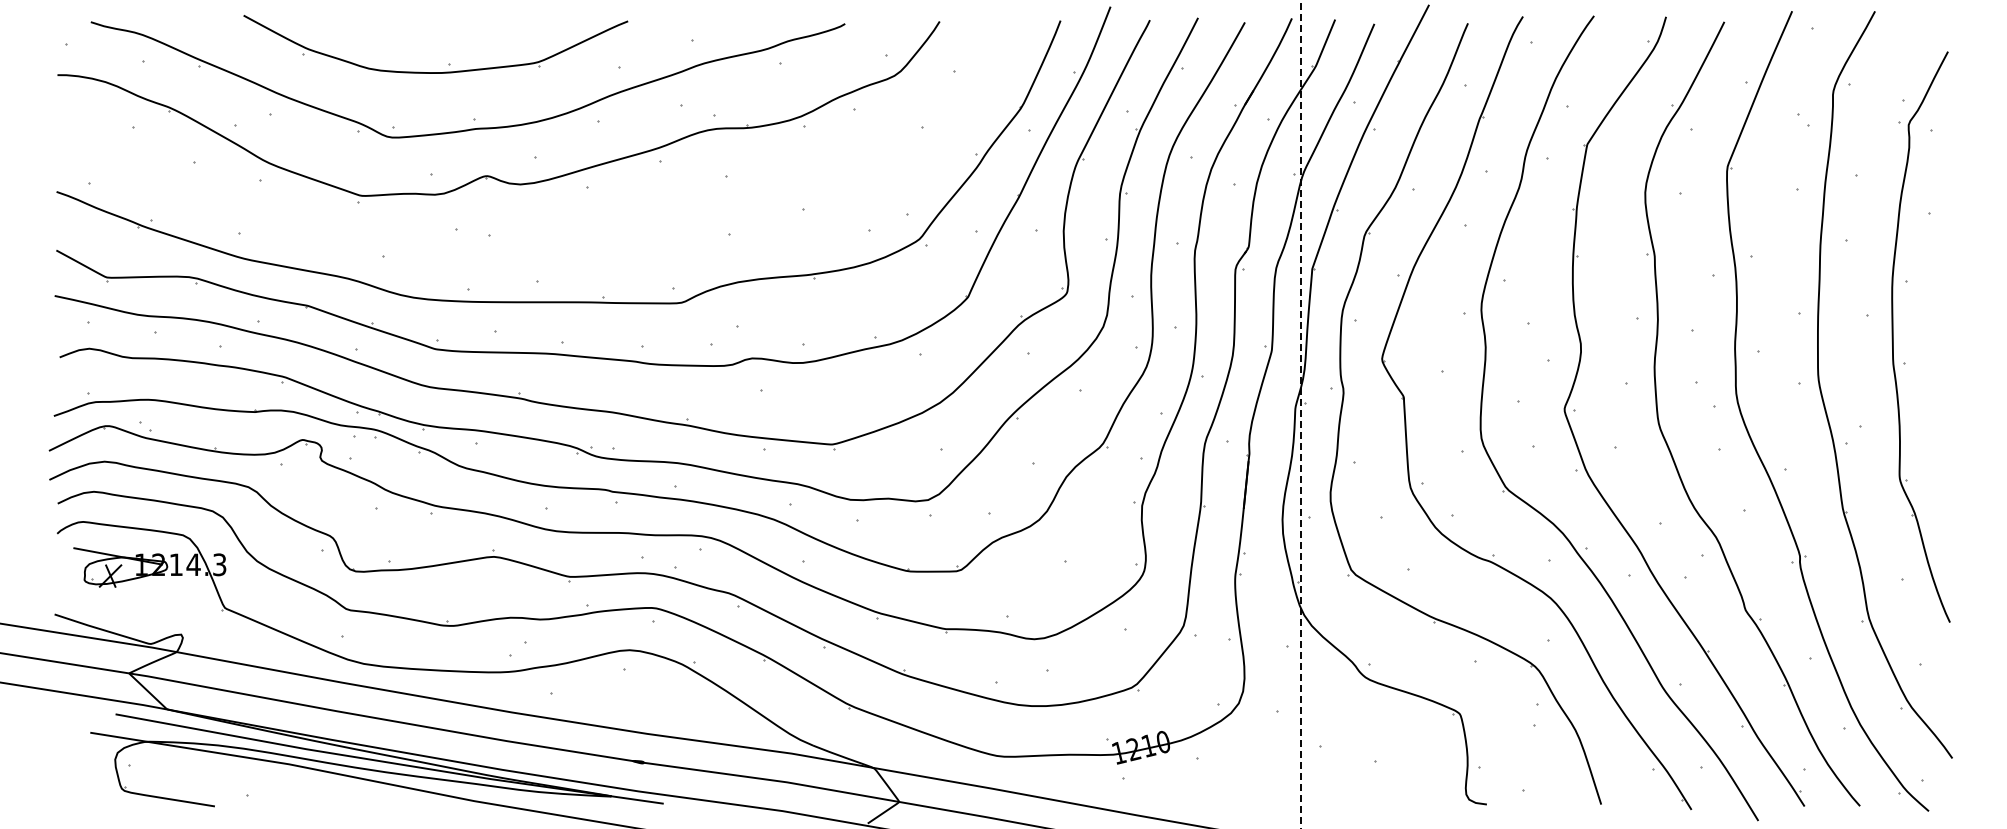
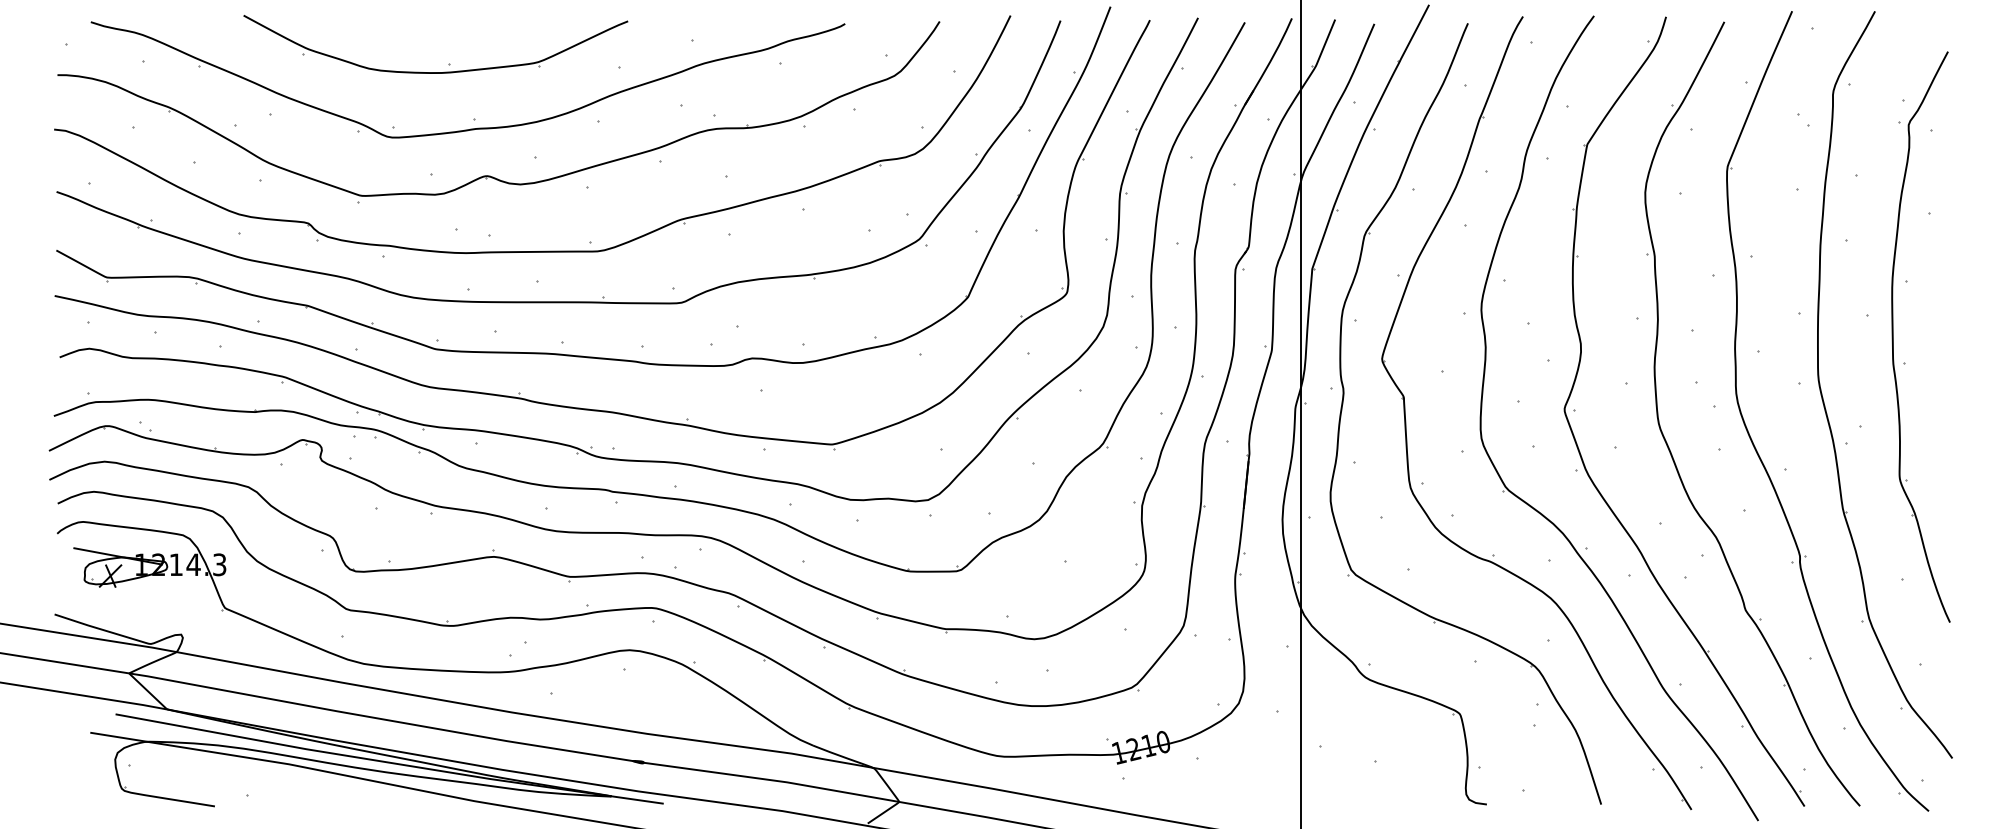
part at (543, 250): none -> present
line at (1300, 413): dashed -> solid
